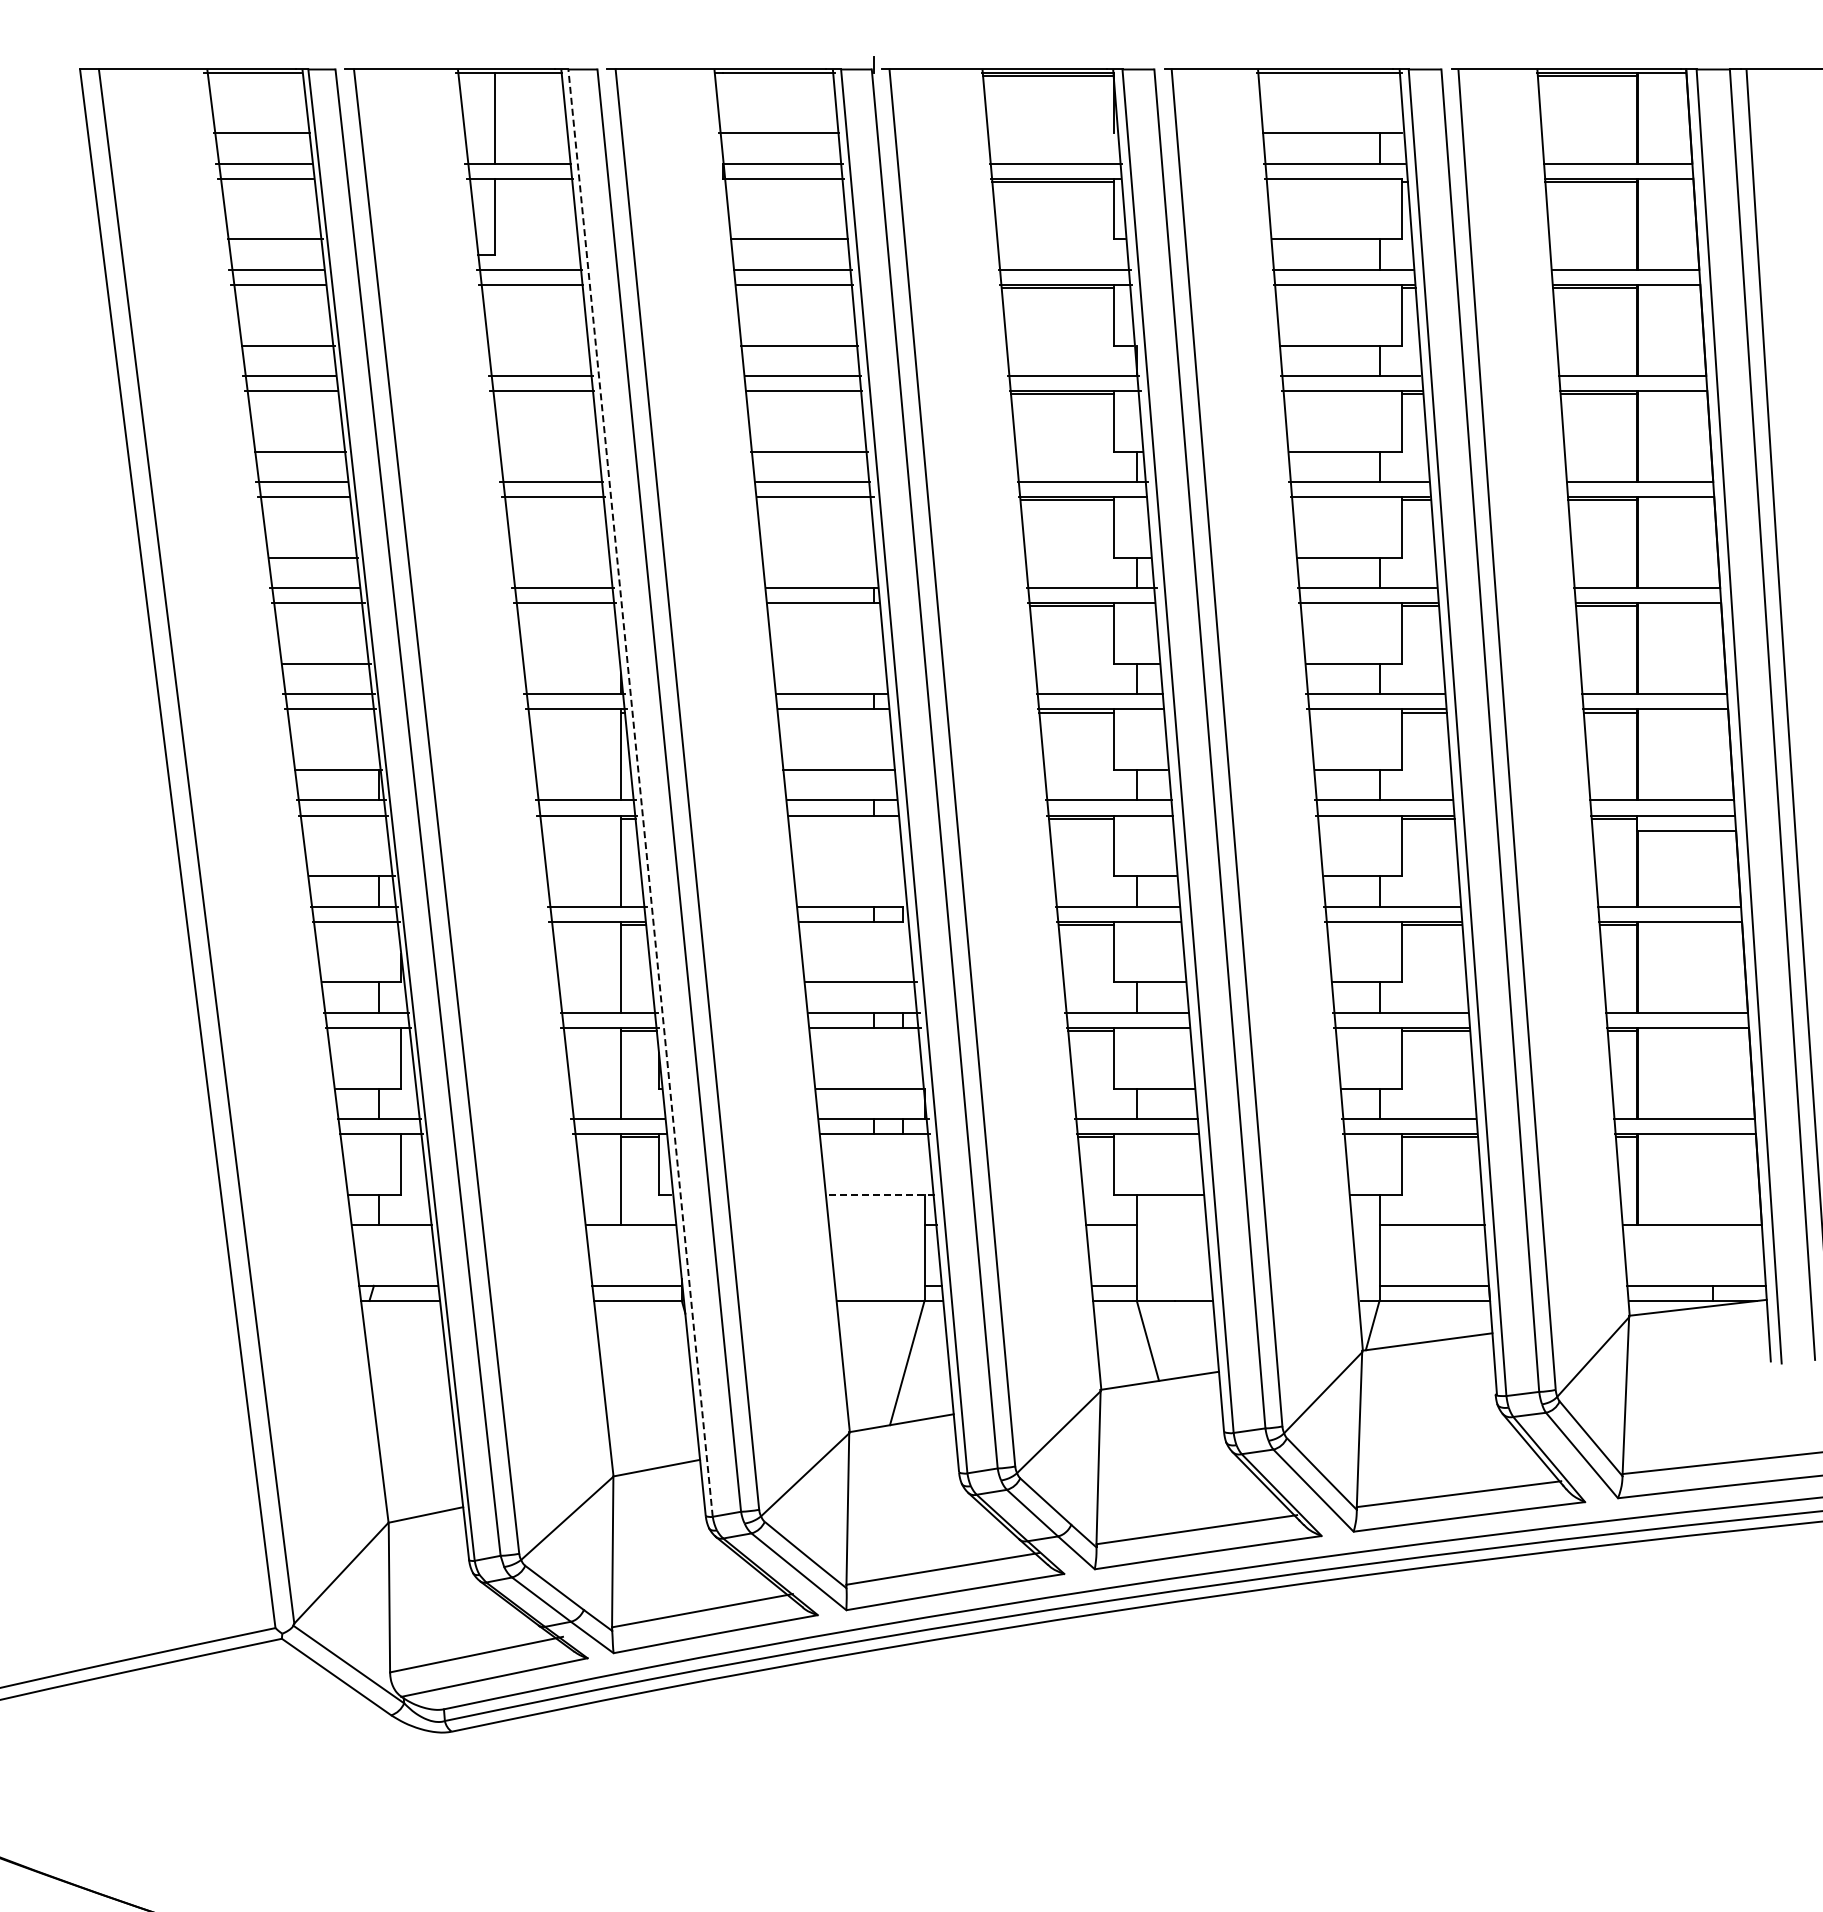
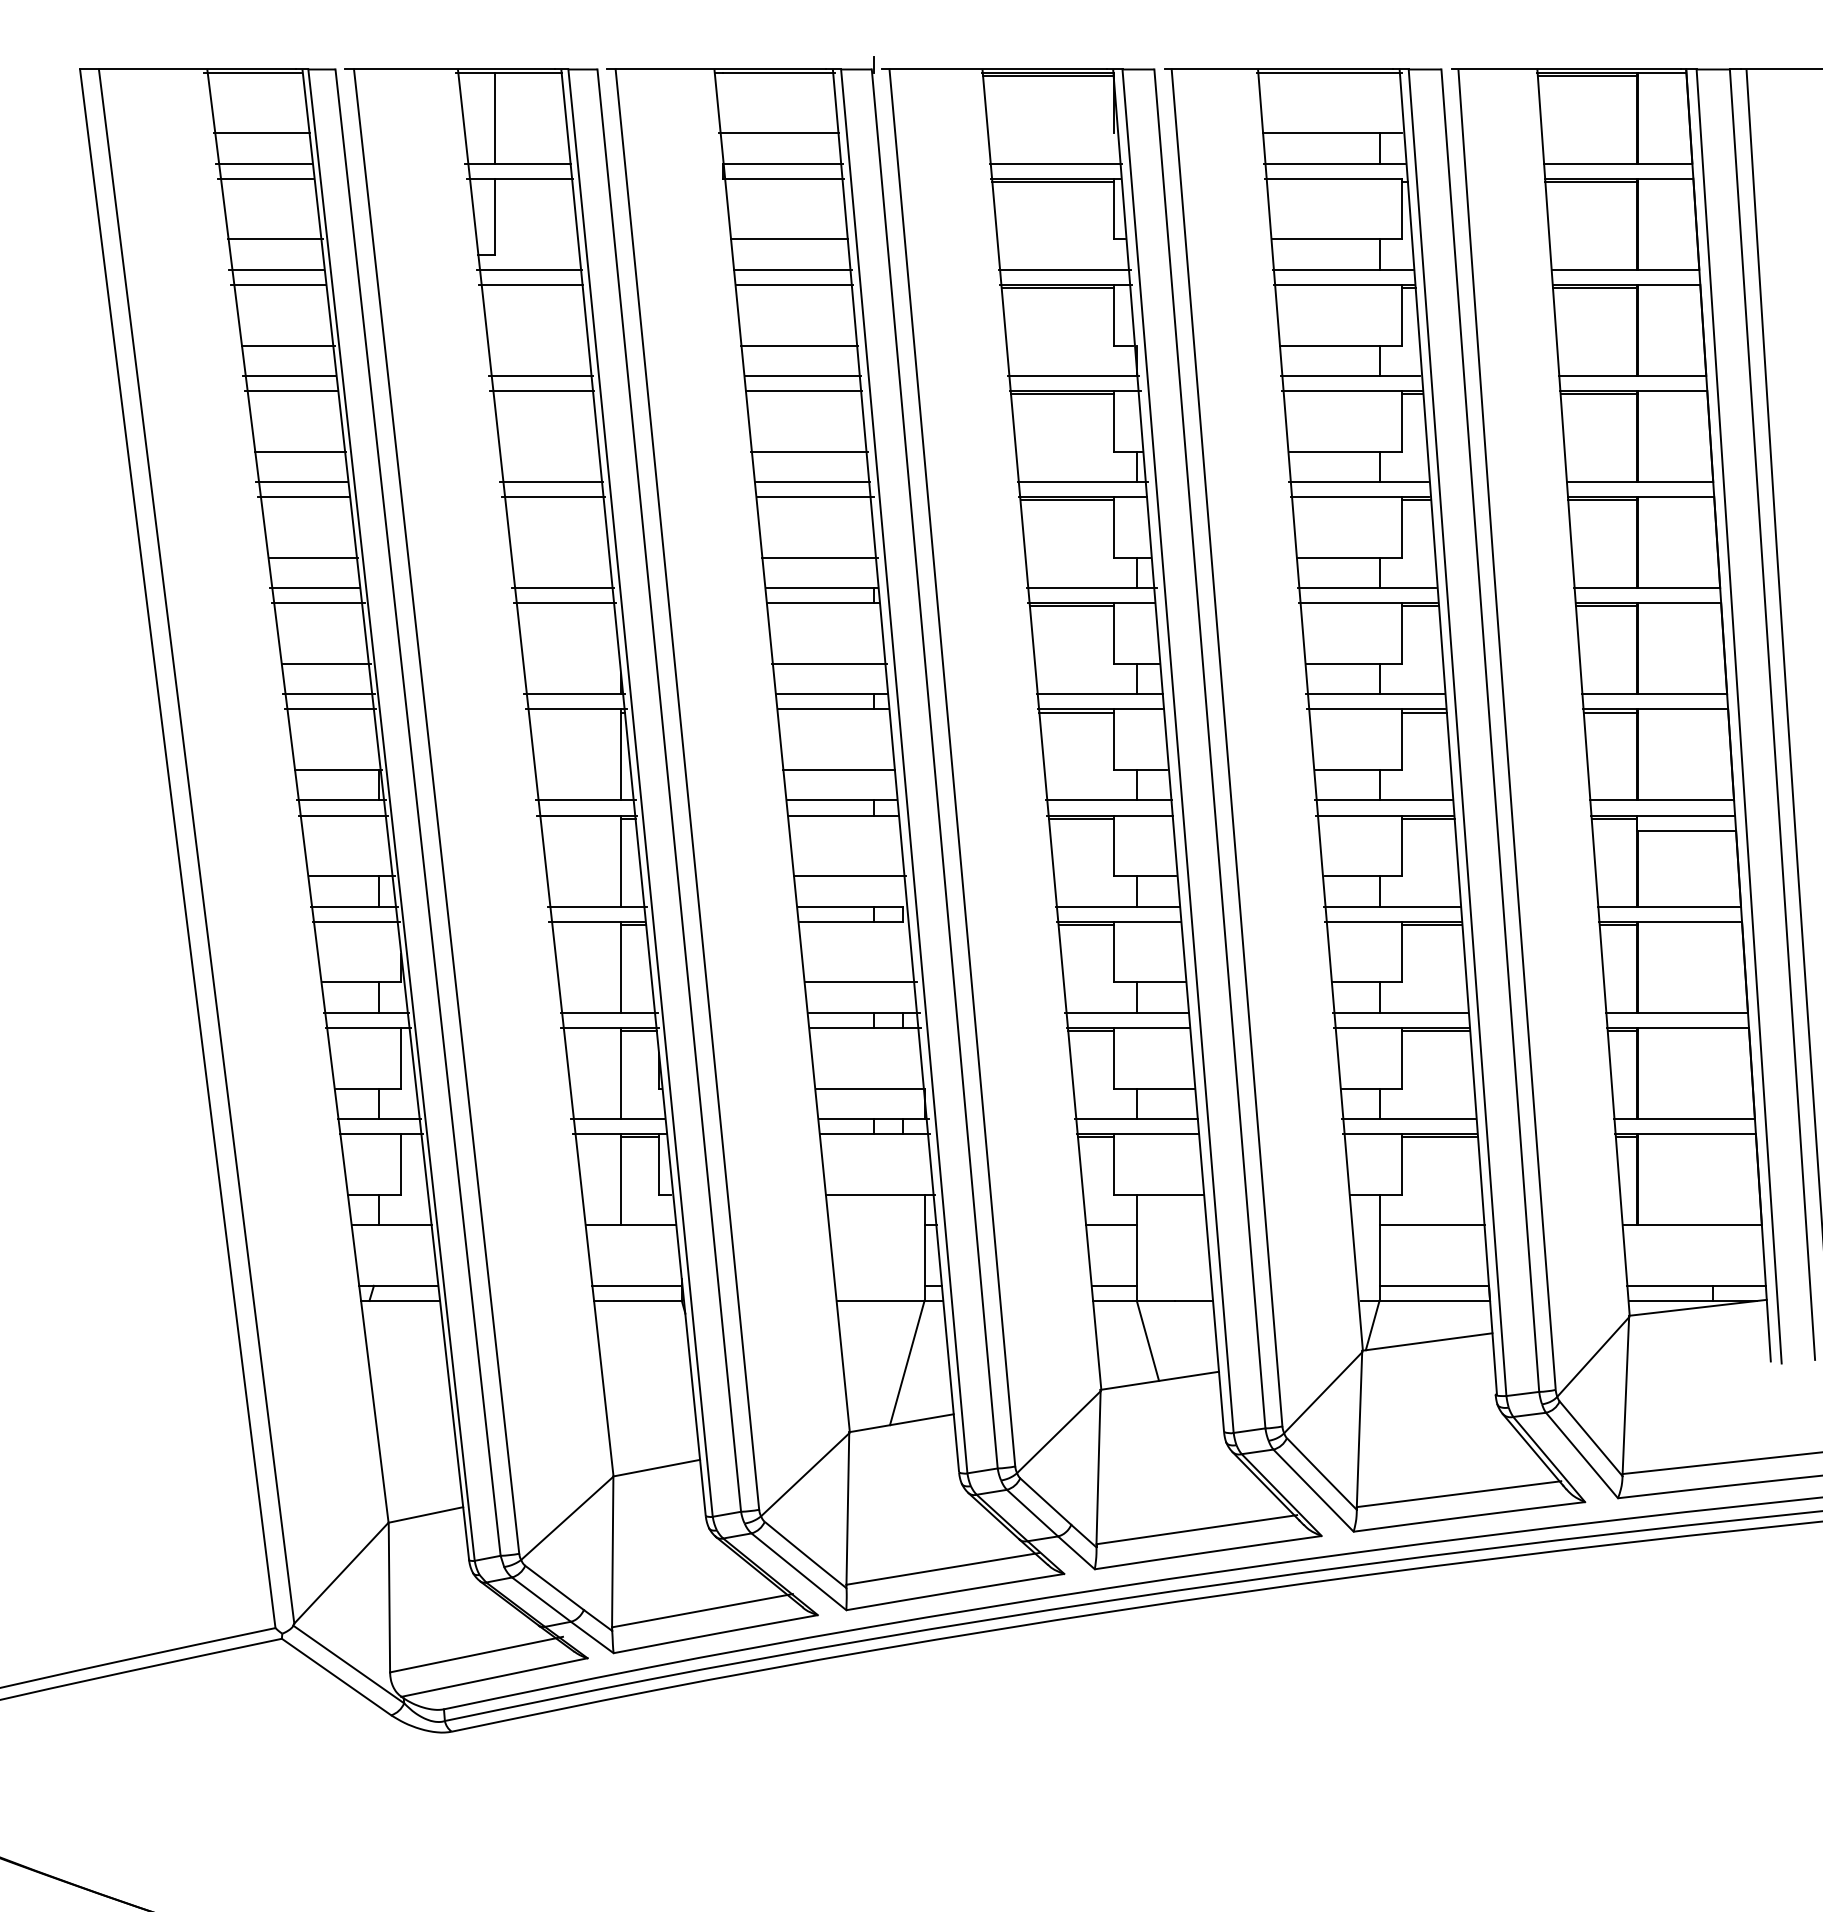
line at (819, 557): none -> present
line at (829, 664): none -> present
line at (640, 792): dashed -> solid
line at (850, 876): none -> present
line at (880, 1194): dashed -> solid
